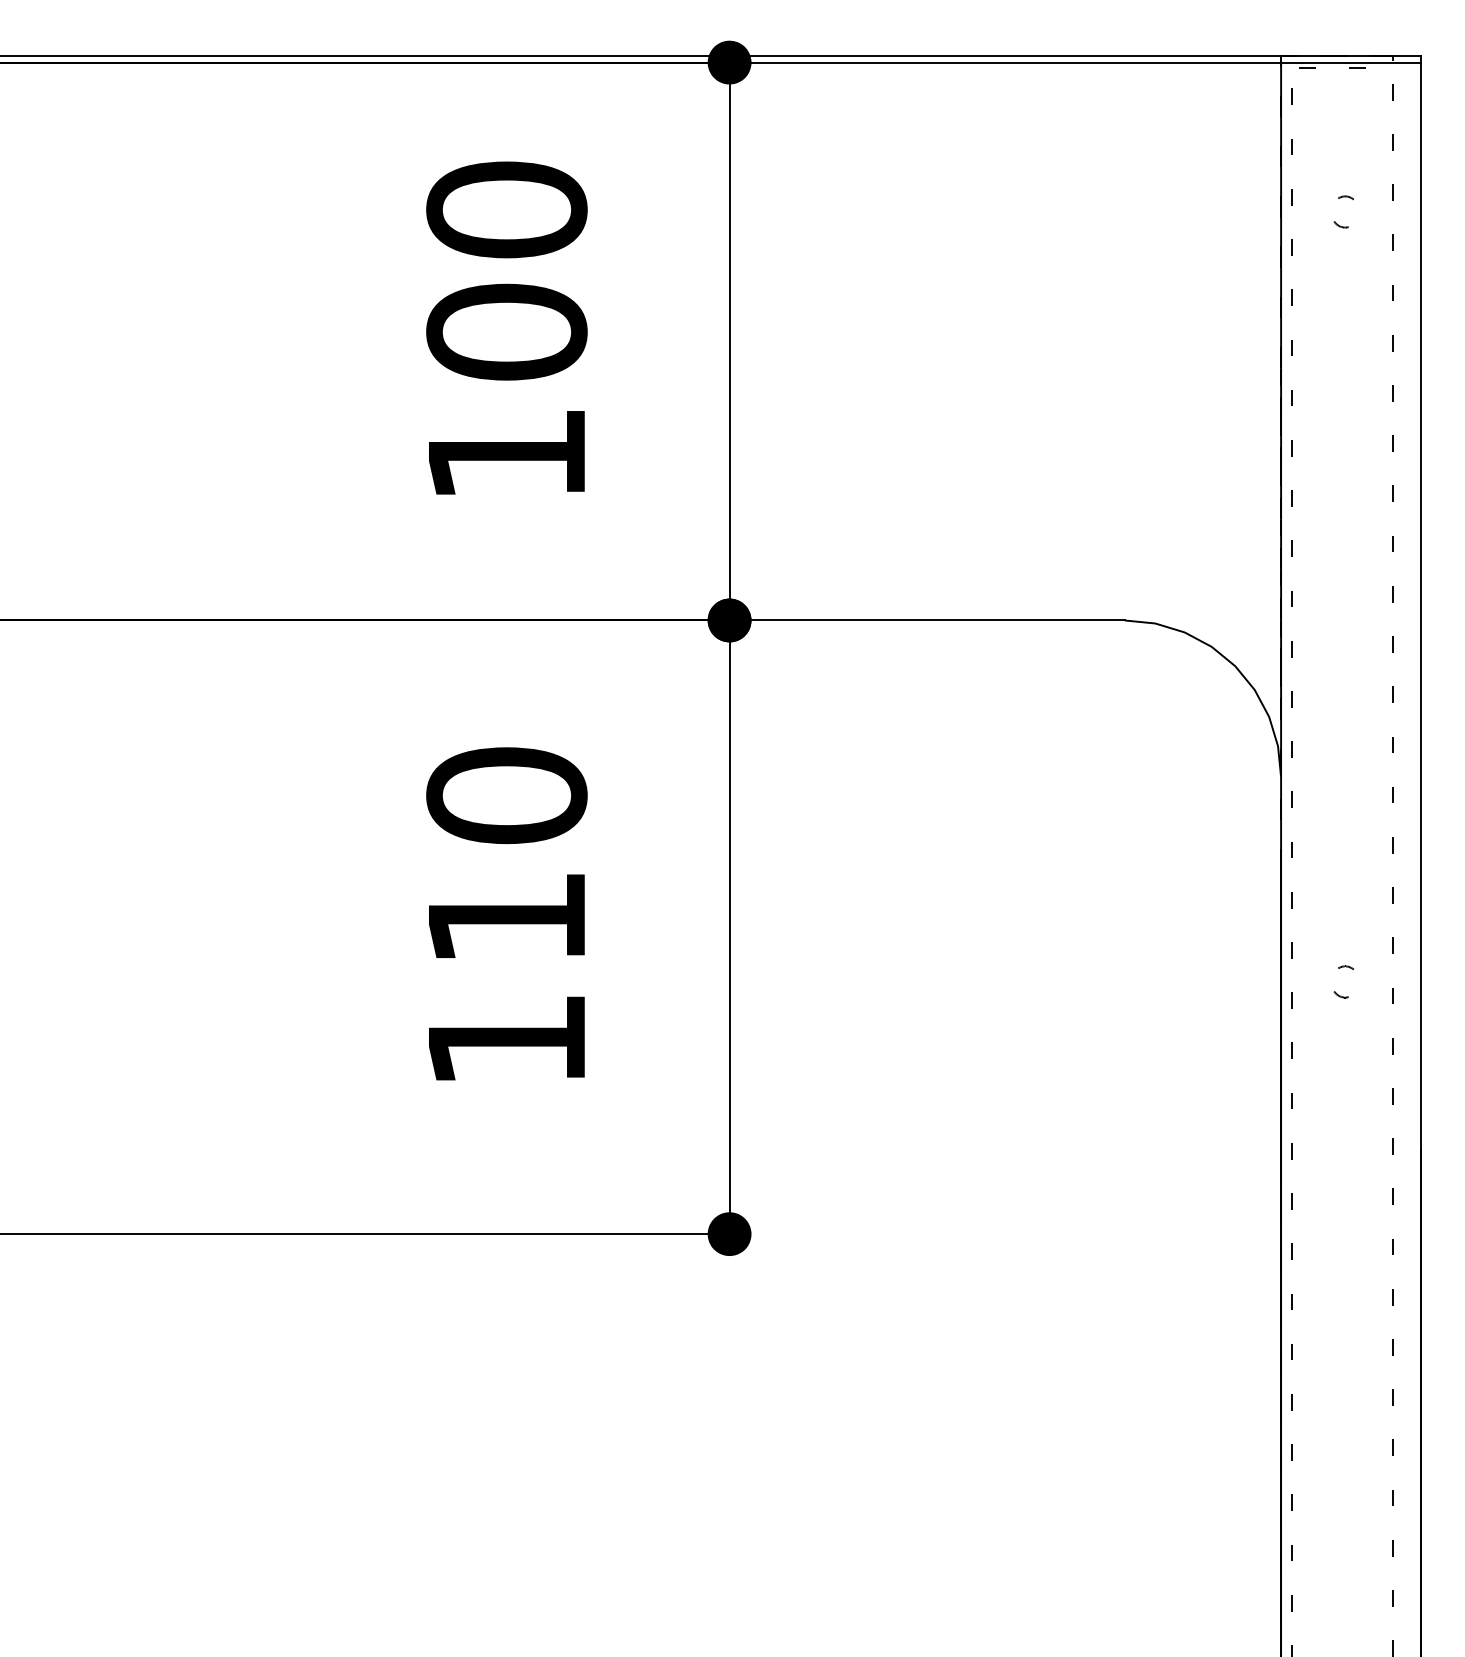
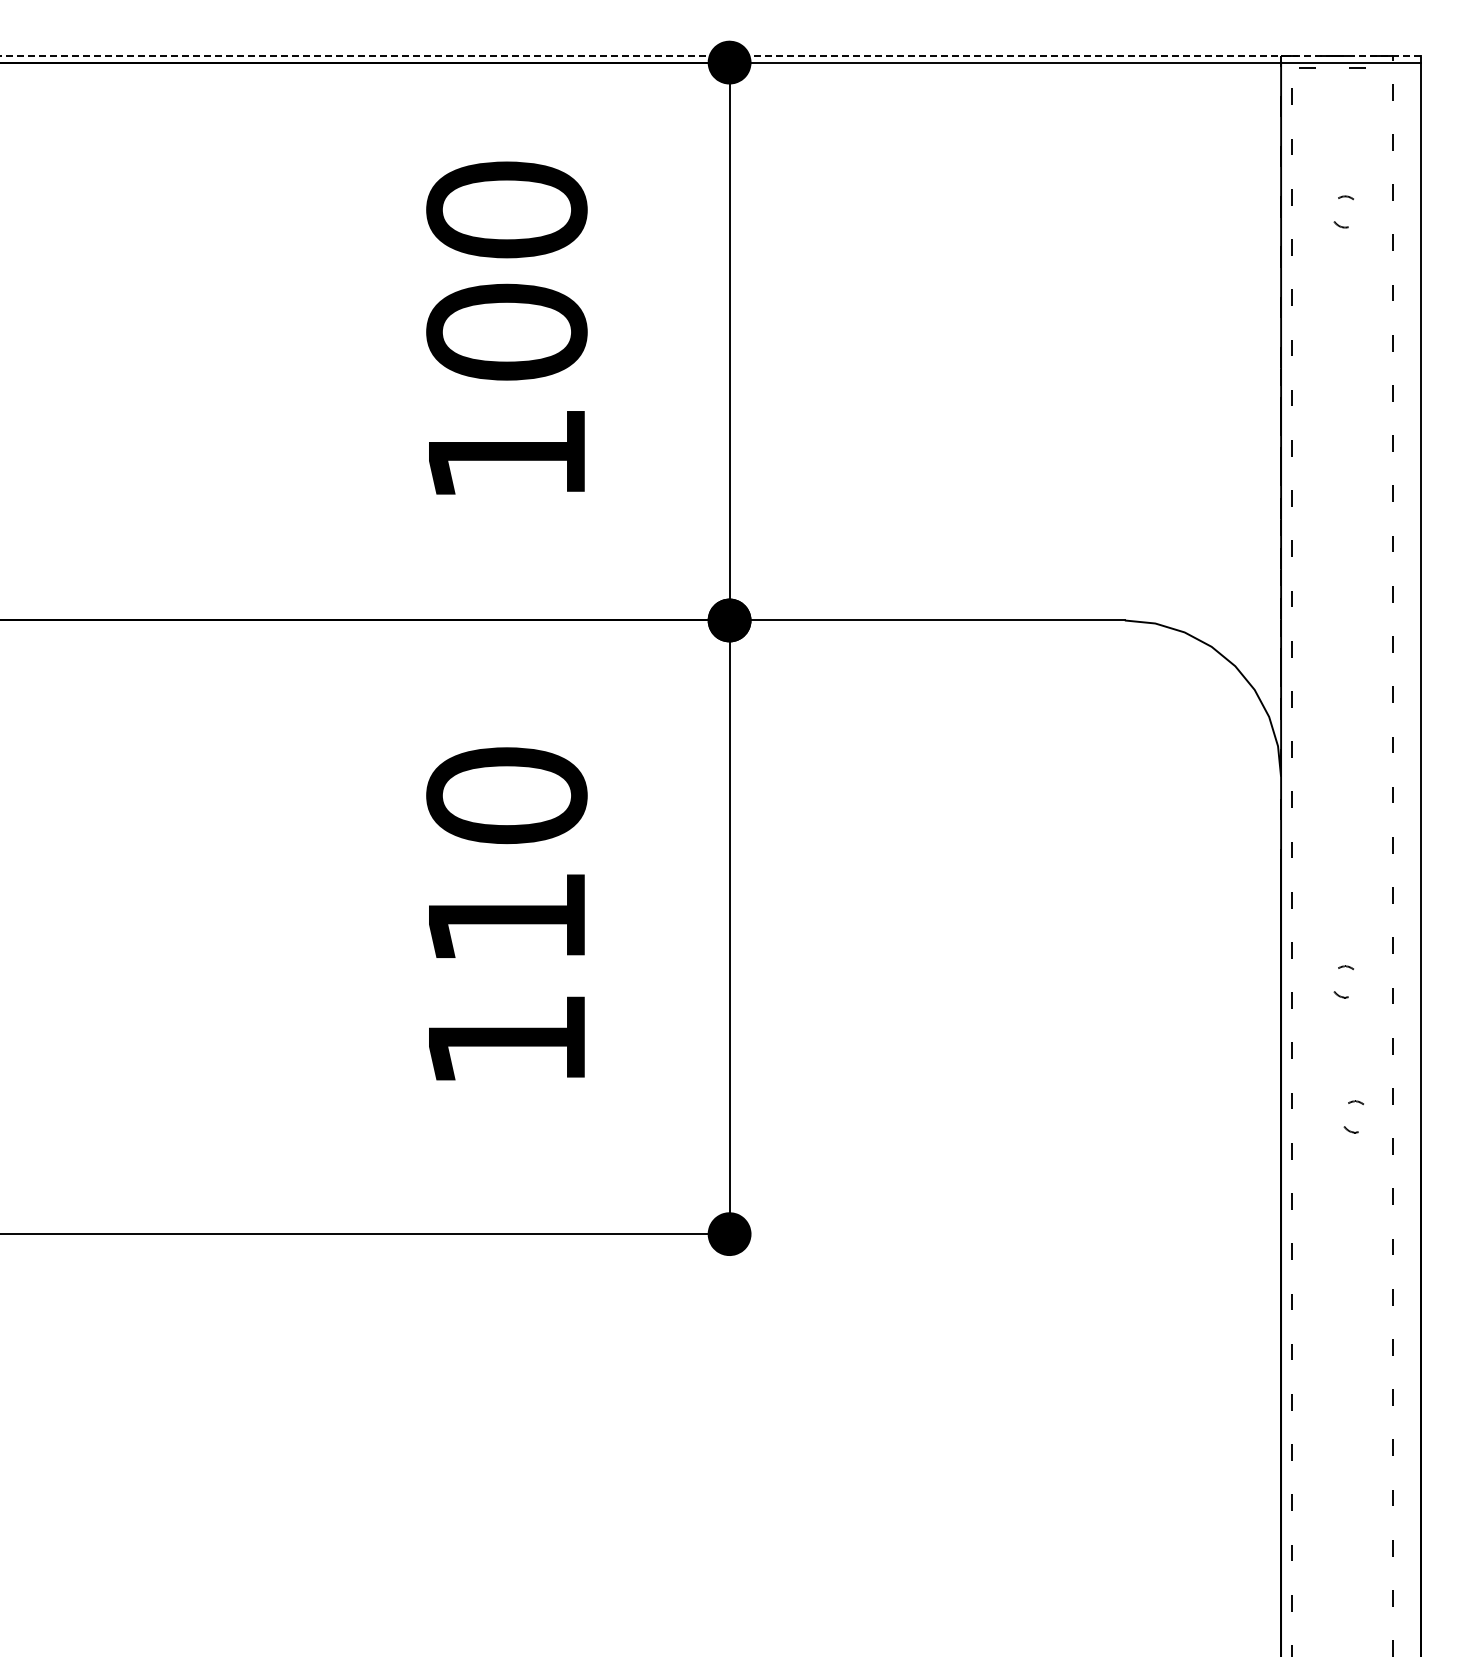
line at (710, 55): solid -> dashed
part at (1345, 1126): none -> present
